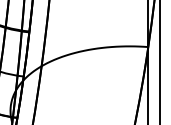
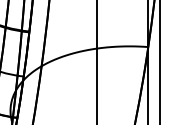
line at (96, 61): none -> present
